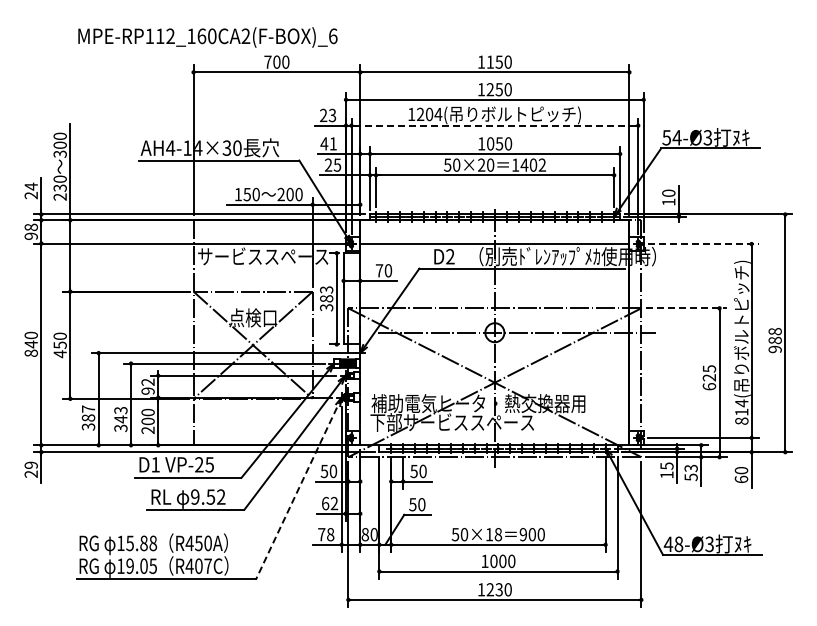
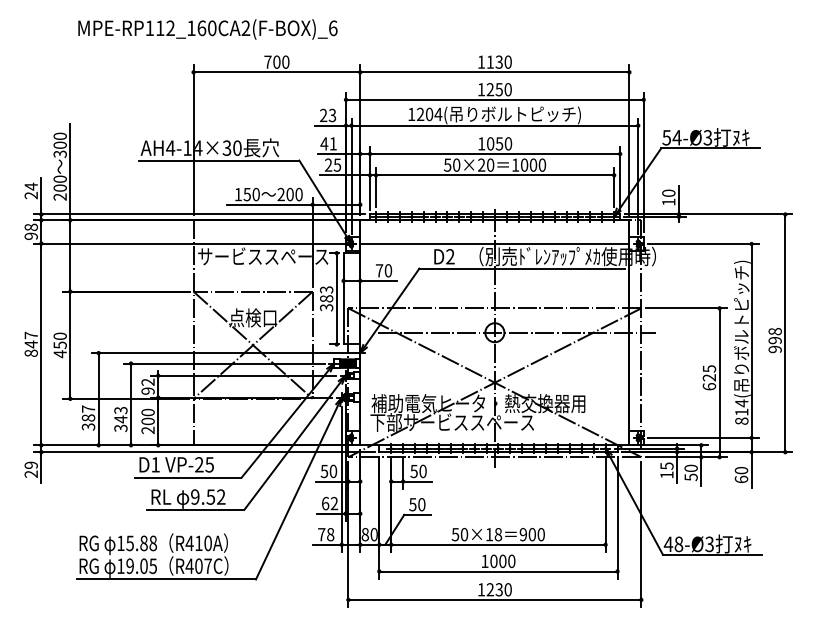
text at (207, 37) position: (207, 37) -> (207, 29)
text at (499, 61): 1150 -> 1130
line at (494, 125): dashed -> solid
text at (533, 164): 1402 -> 1000
text at (59, 187): 230 -> 200
line at (703, 244): dashed -> solid
line at (686, 308): dashed -> solid
text at (30, 335): 840 -> 847
text at (774, 340): 988 -> 998
text at (690, 468): 53 -> 50
line at (298, 488): dashed -> solid
text at (198, 543): R450A -> R410A
